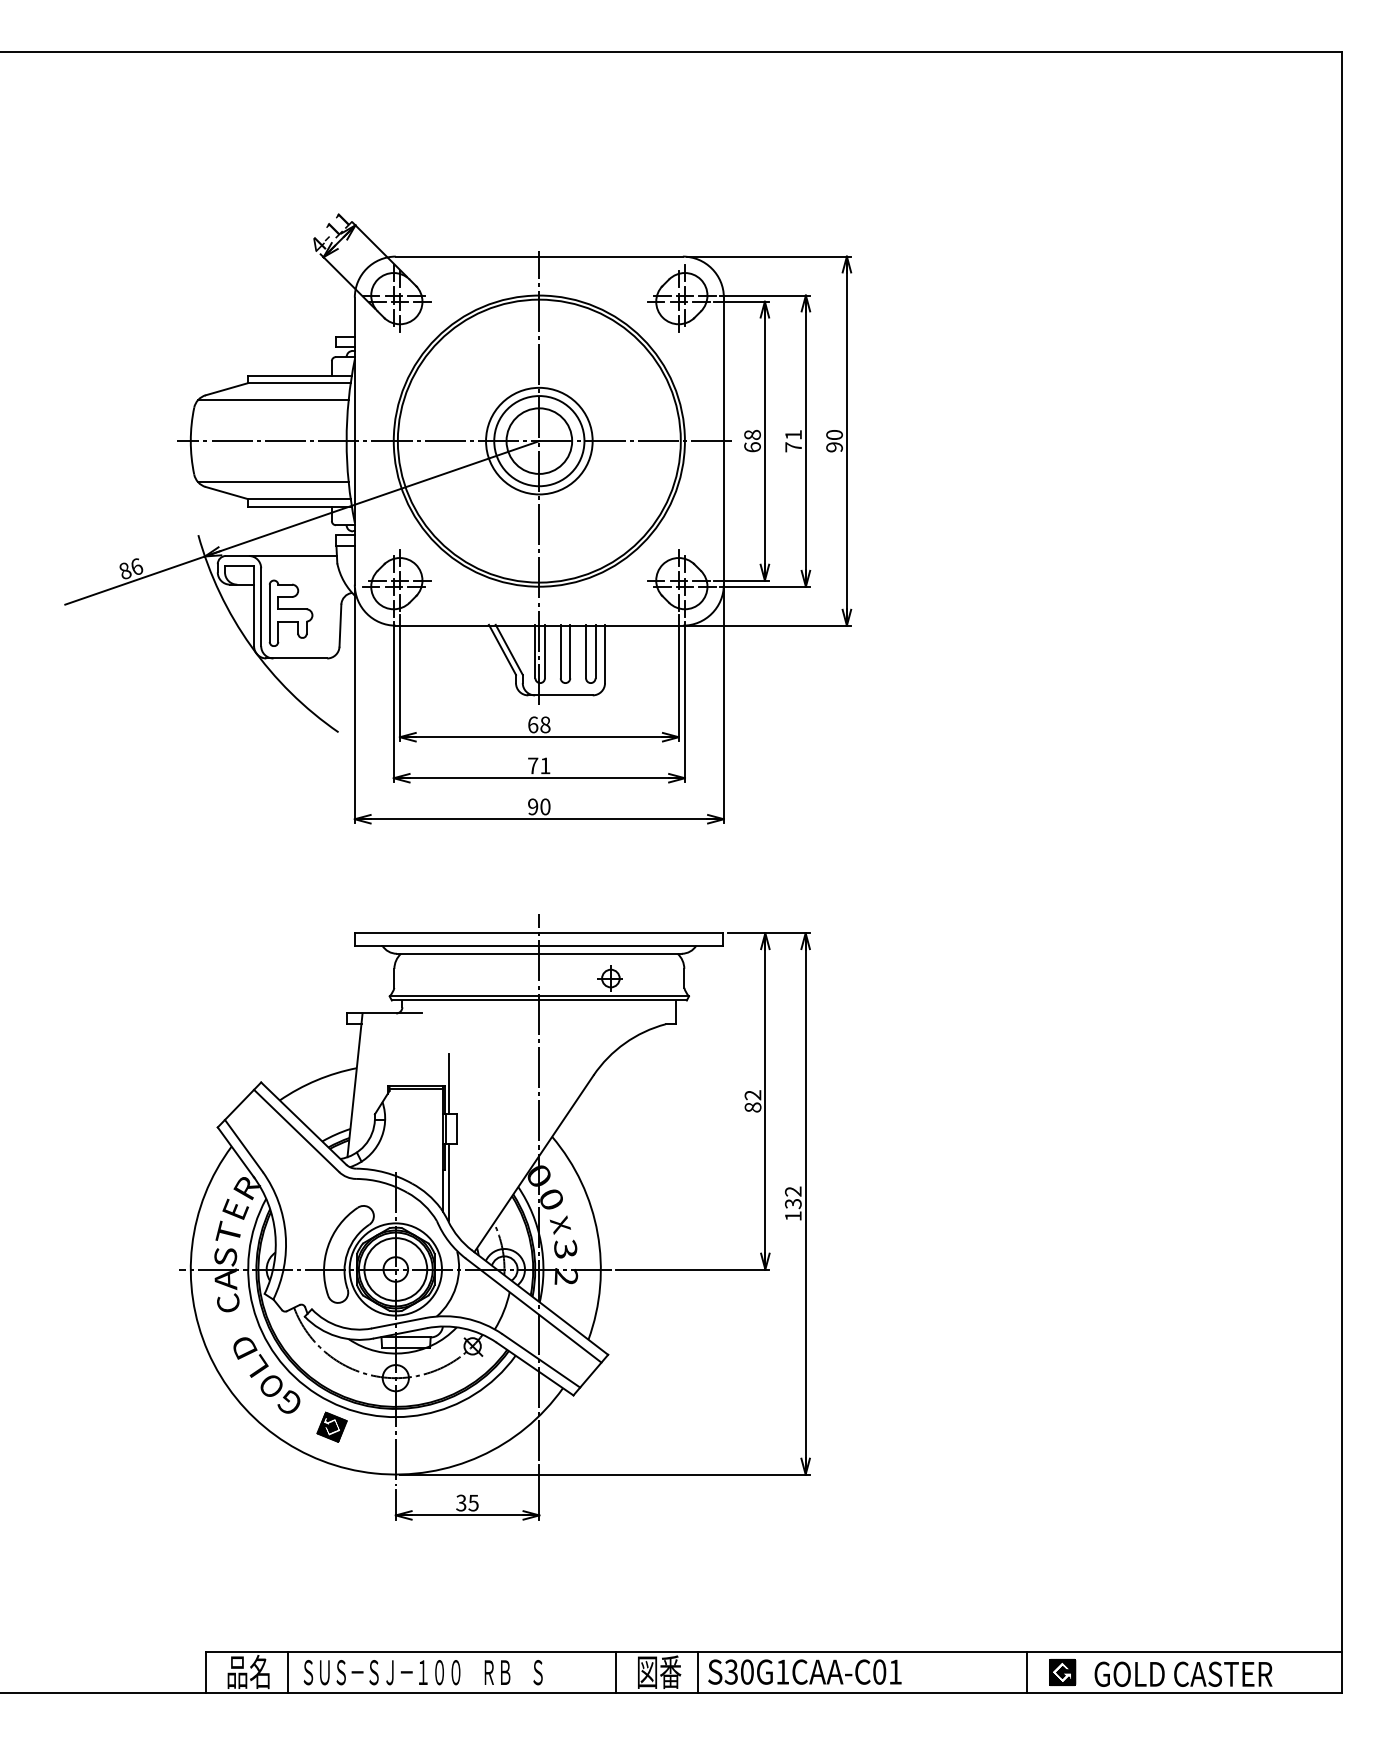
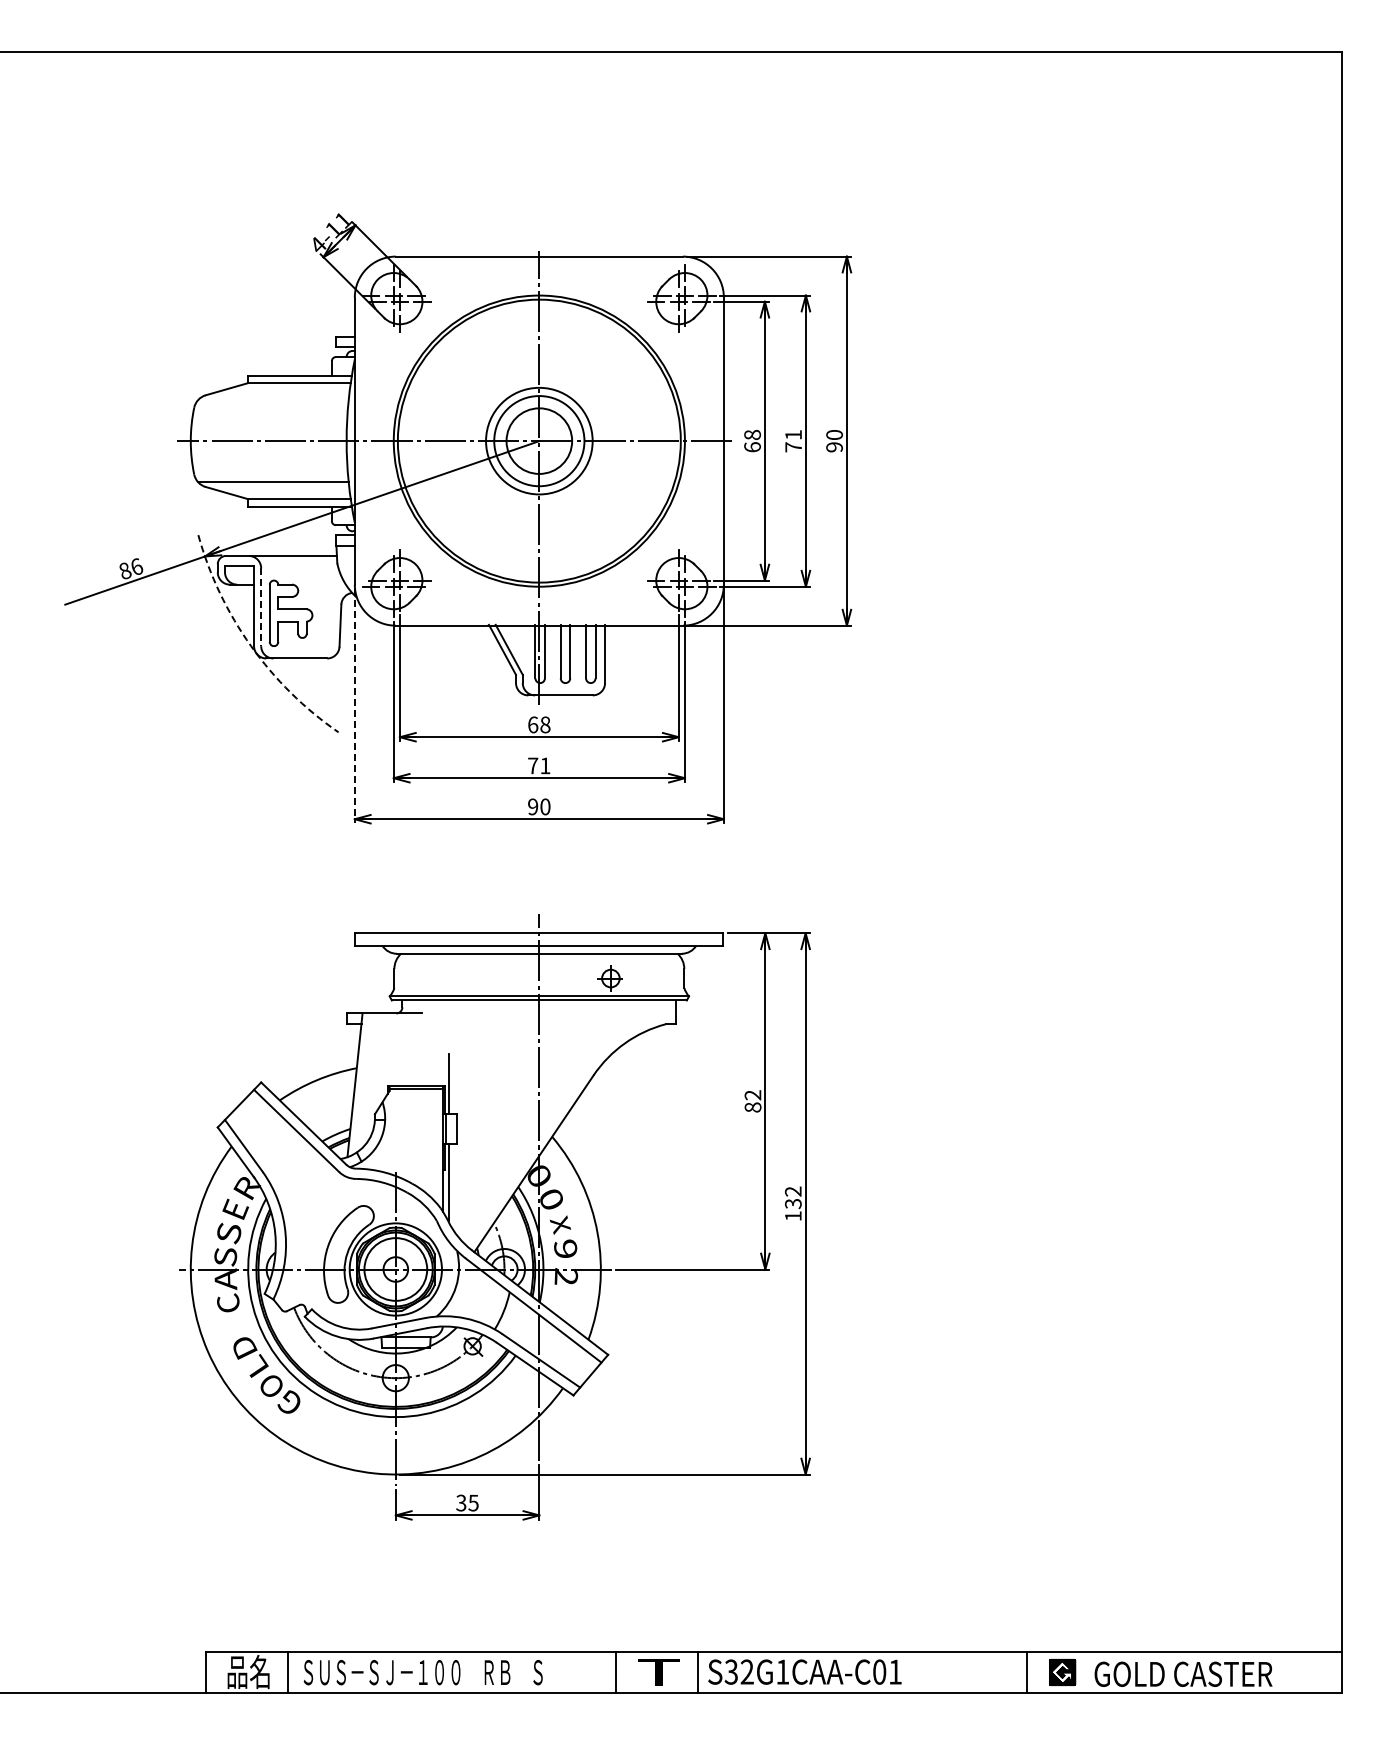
line at (273, 400): present -> none
line at (261, 607): solid -> dashed
arc at (251, 646): solid -> dashed
line at (354, 706): solid -> dashed
text at (228, 1232): T -> S
text at (565, 1248): 3 -> 9
part at (331, 1426): present -> none
text at (746, 1671): S30G1CAA-C01 -> S32G1CAA-C01
text at (659, 1672): 図番 -> T
